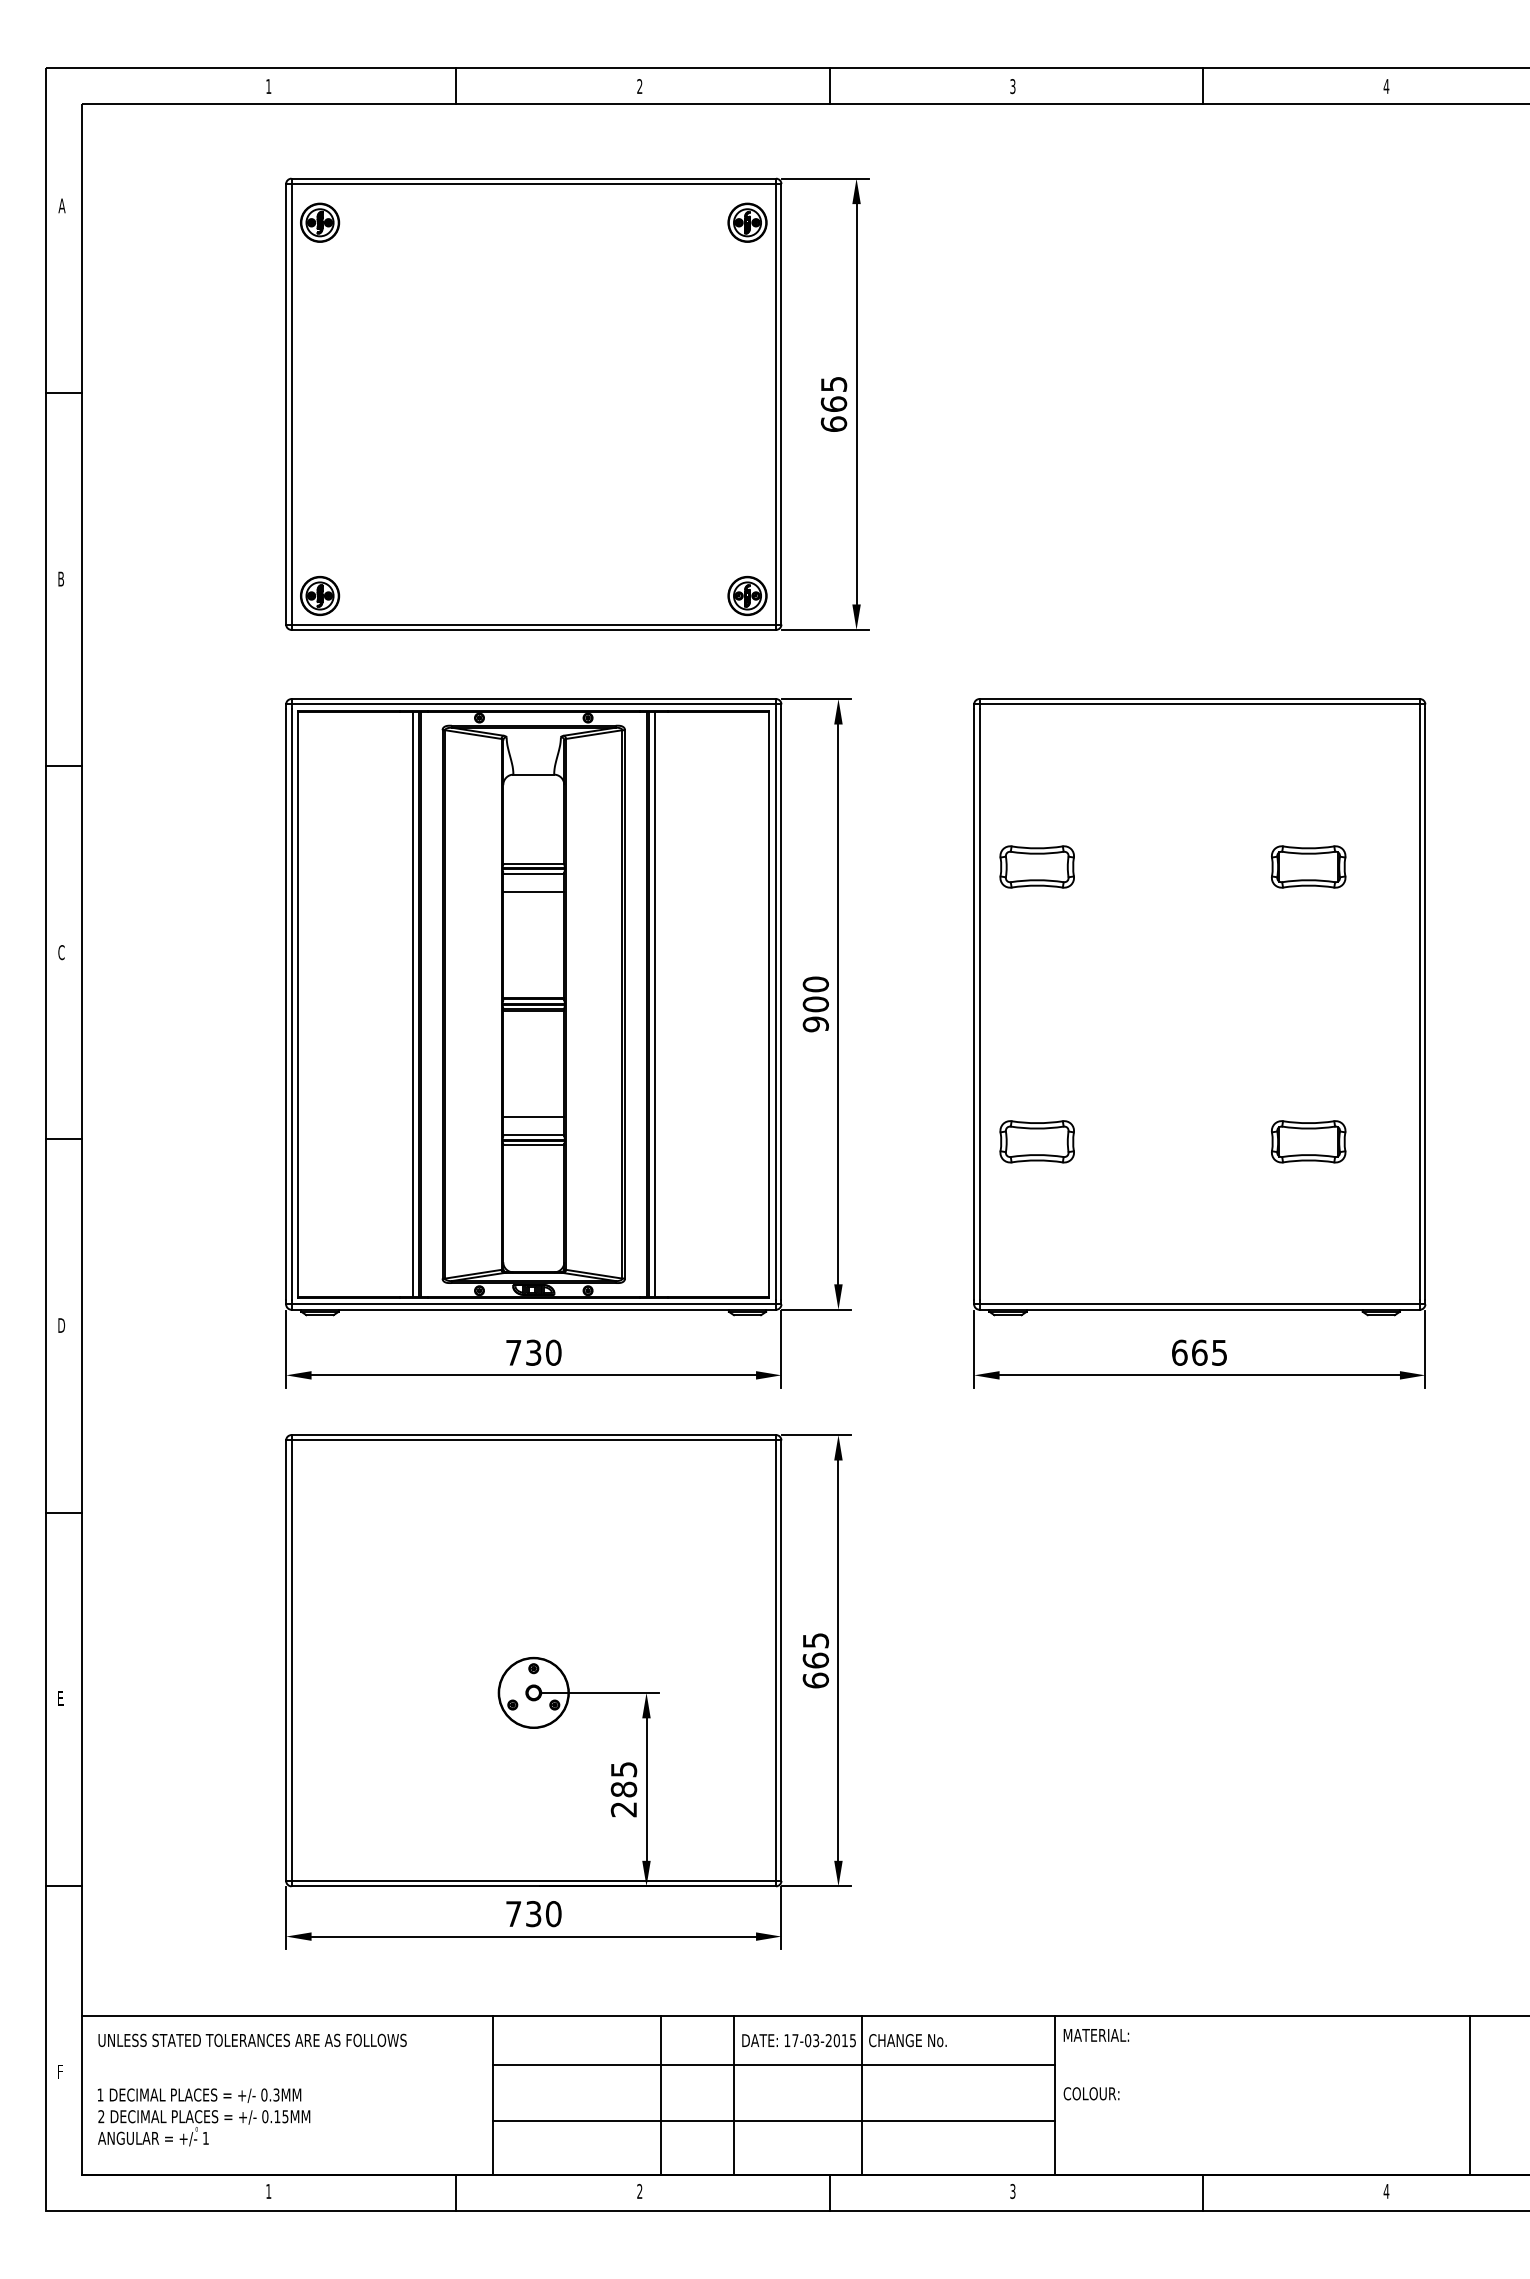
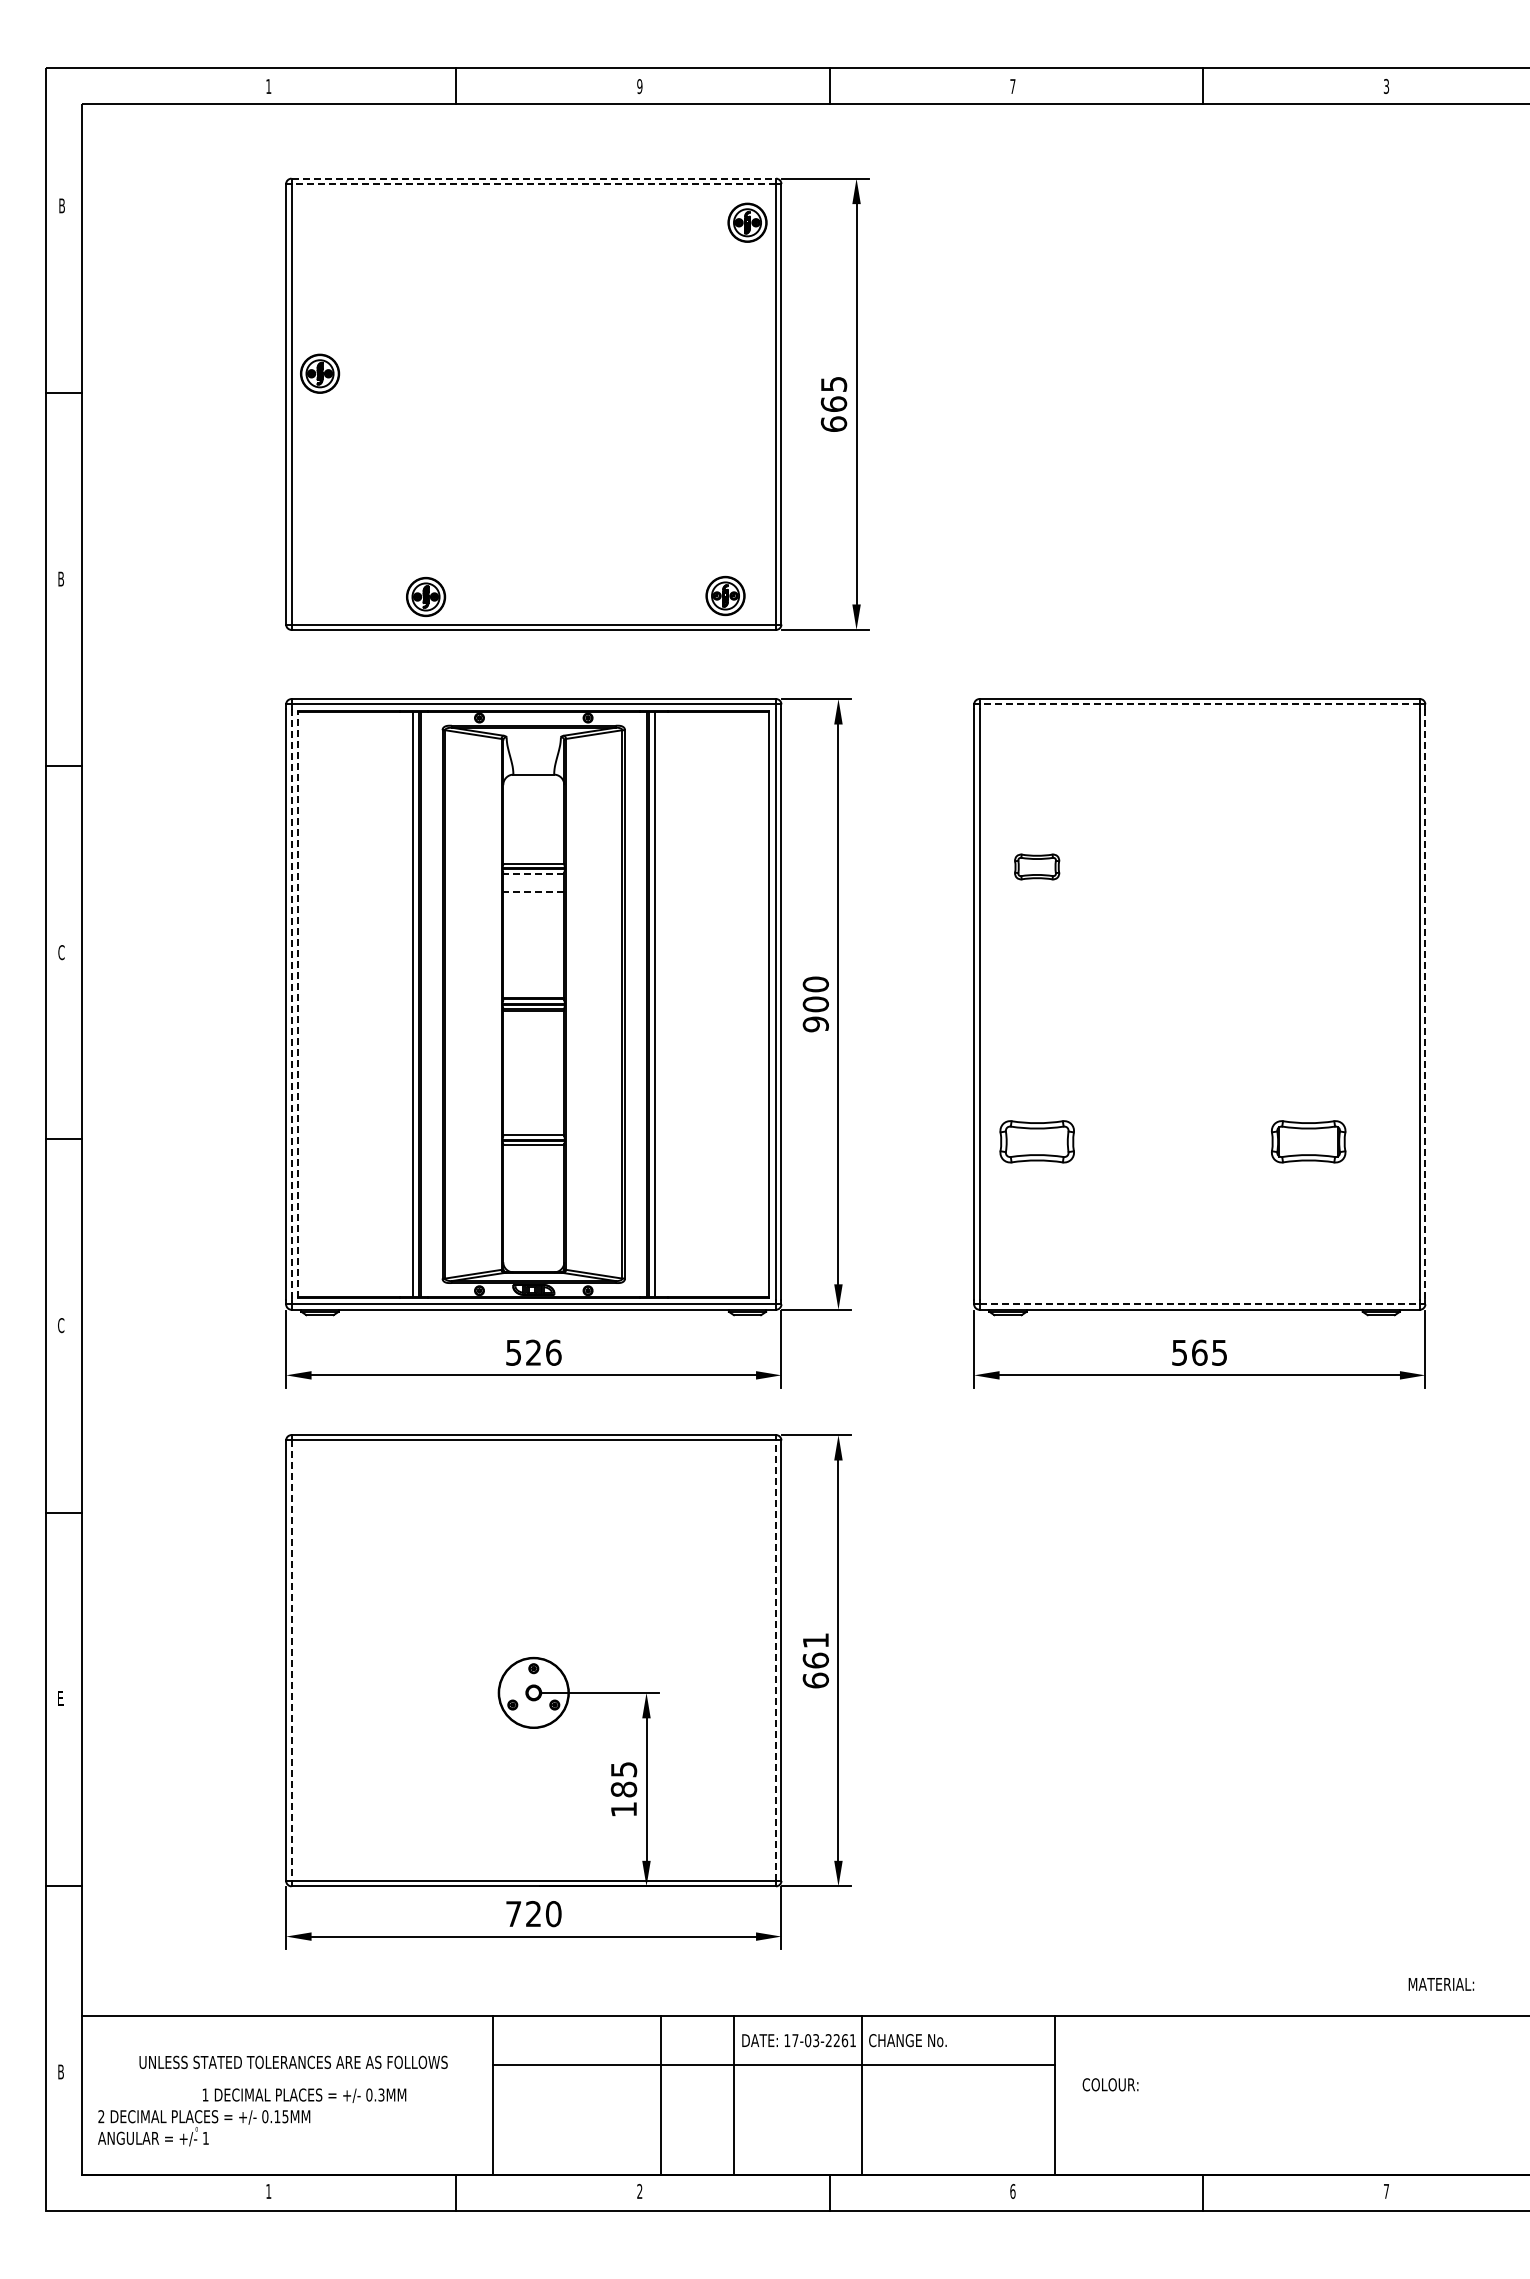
text at (1386, 85): 4 -> 3
text at (639, 86): 2 -> 9
text at (1012, 86): 3 -> 7
line at (534, 178): solid -> dashed
line at (533, 184): solid -> dashed
text at (61, 205): A -> B
part at (320, 222) position: (320, 222) -> (320, 373)
part at (320, 595) position: (320, 595) -> (426, 596)
part at (747, 595) position: (747, 595) -> (725, 595)
line at (1199, 704): solid -> dashed
part at (1036, 866) size: 76x44 px -> 47x28 px
part at (1308, 866): present -> none
line at (533, 873): solid -> dashed
line at (533, 891): solid -> dashed
line at (298, 1003): solid -> dashed
line at (291, 1004): solid -> dashed
line at (1425, 1004): solid -> dashed
line at (533, 1117): present -> none
line at (1200, 1304): solid -> dashed
text at (61, 1325): D -> C
text at (533, 1352): 730 -> 526
text at (1179, 1352): 665 -> 565
text at (816, 1640): 665 -> 661
line at (776, 1660): solid -> dashed
line at (291, 1661): solid -> dashed
text at (623, 1809): 285 -> 185
text at (533, 1914): 730 -> 720
text at (1096, 2035) position: (1096, 2035) -> (1441, 1984)
text at (252, 2039) position: (252, 2039) -> (293, 2061)
text at (844, 2040): 17-03-2015 -> 17-03-2261
text at (60, 2071): F -> B
text at (1091, 2093) position: (1091, 2093) -> (1110, 2084)
text at (199, 2095) position: (199, 2095) -> (304, 2095)
line at (1469, 2095): present -> none
line at (774, 2121): present -> none
text at (1012, 2190): 3 -> 6
text at (1386, 2191): 4 -> 7
